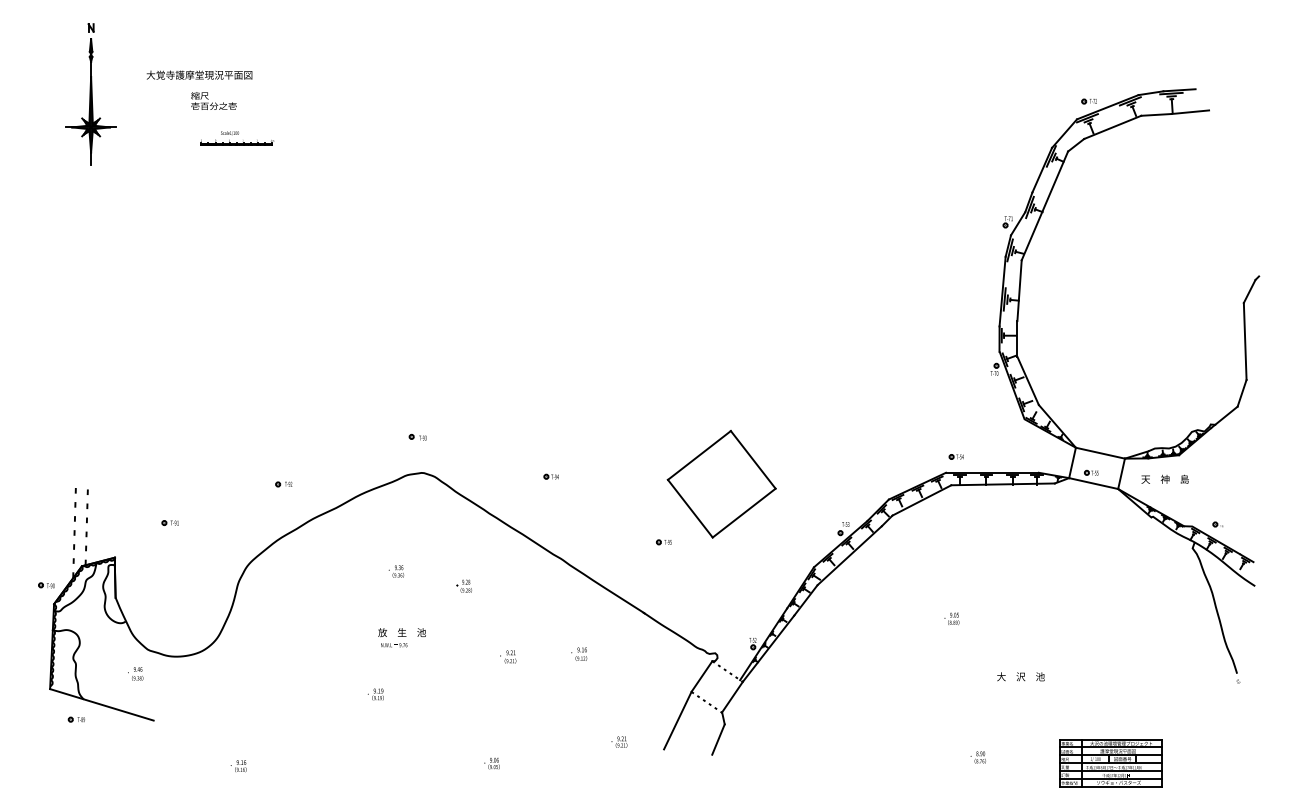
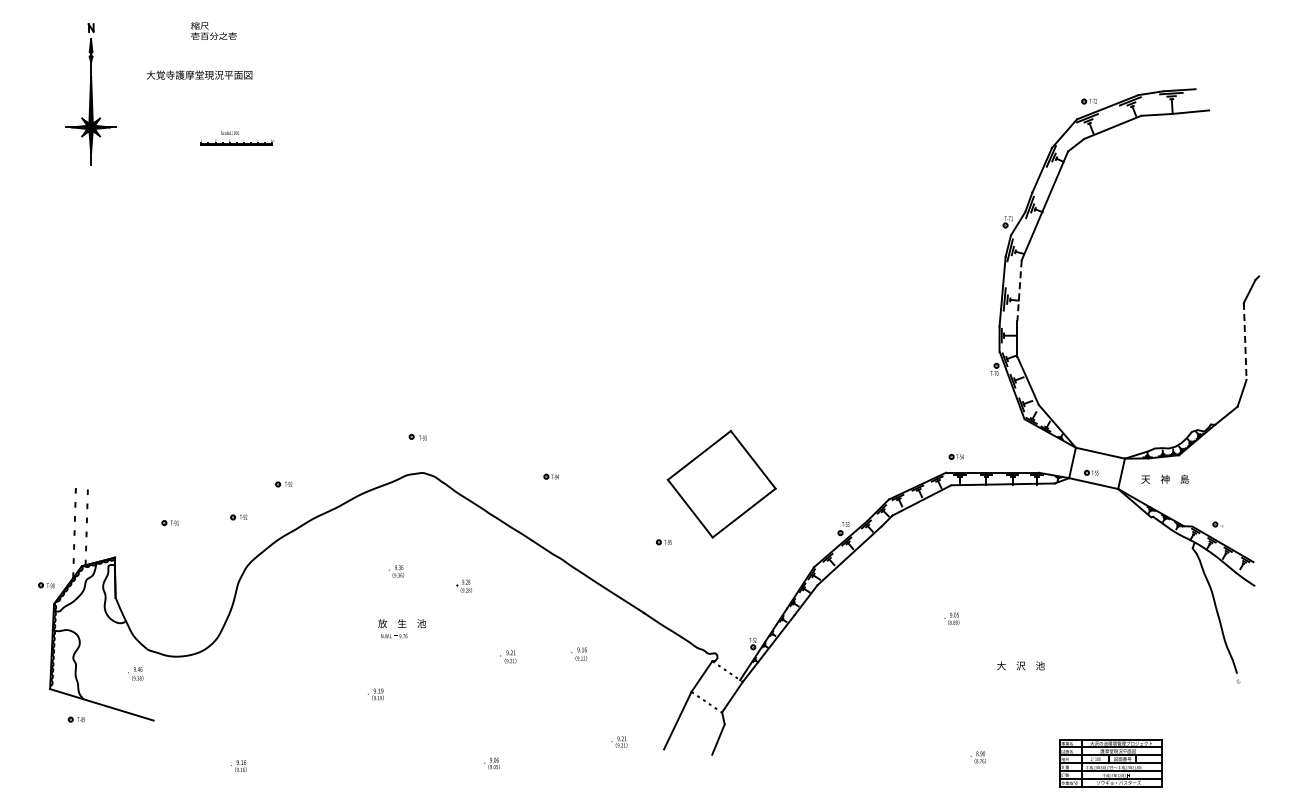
text at (213, 100) position: (213, 100) -> (213, 30)
line at (1019, 291): solid -> dashed
line at (1245, 341): solid -> dashed
part at (238, 517): none -> present
text at (401, 637) position: (401, 637) -> (401, 628)
text at (1020, 676) position: (1020, 676) -> (1020, 665)
